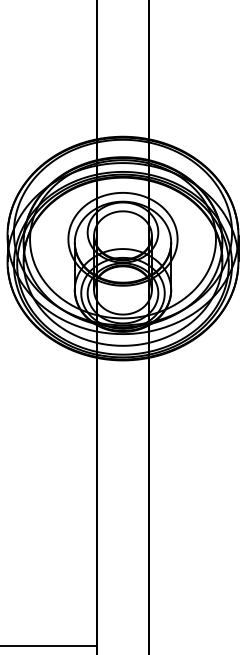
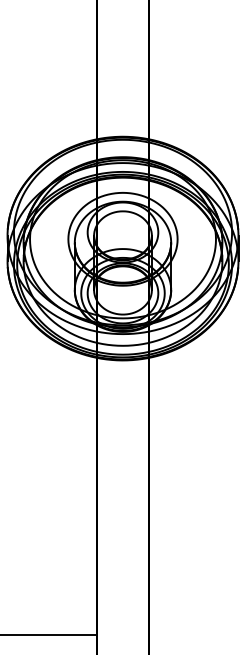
line at (49, 646) position: (49, 646) -> (49, 635)
